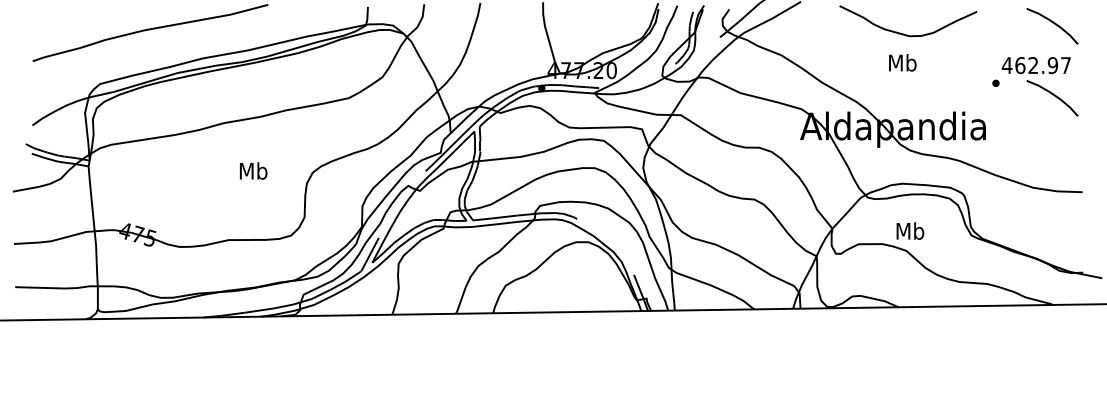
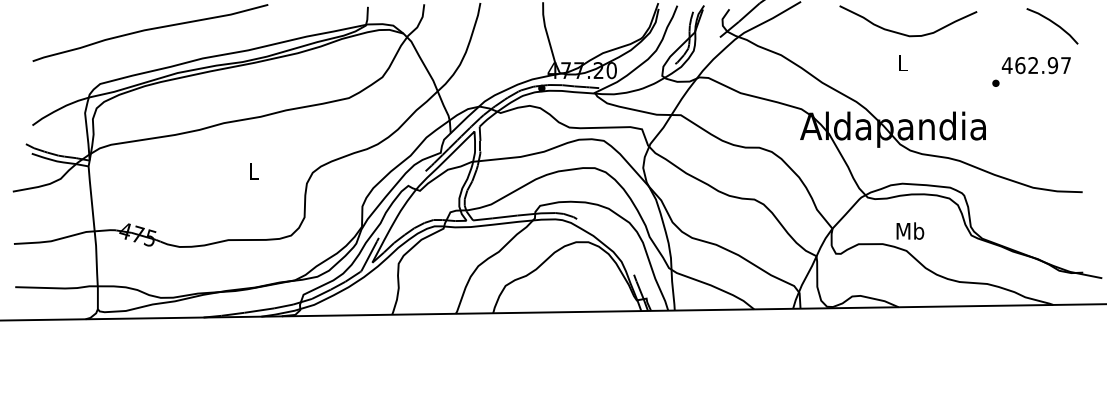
text at (902, 62): Mb -> L
curve at (1054, 96): present -> none
text at (253, 170): Mb -> L
